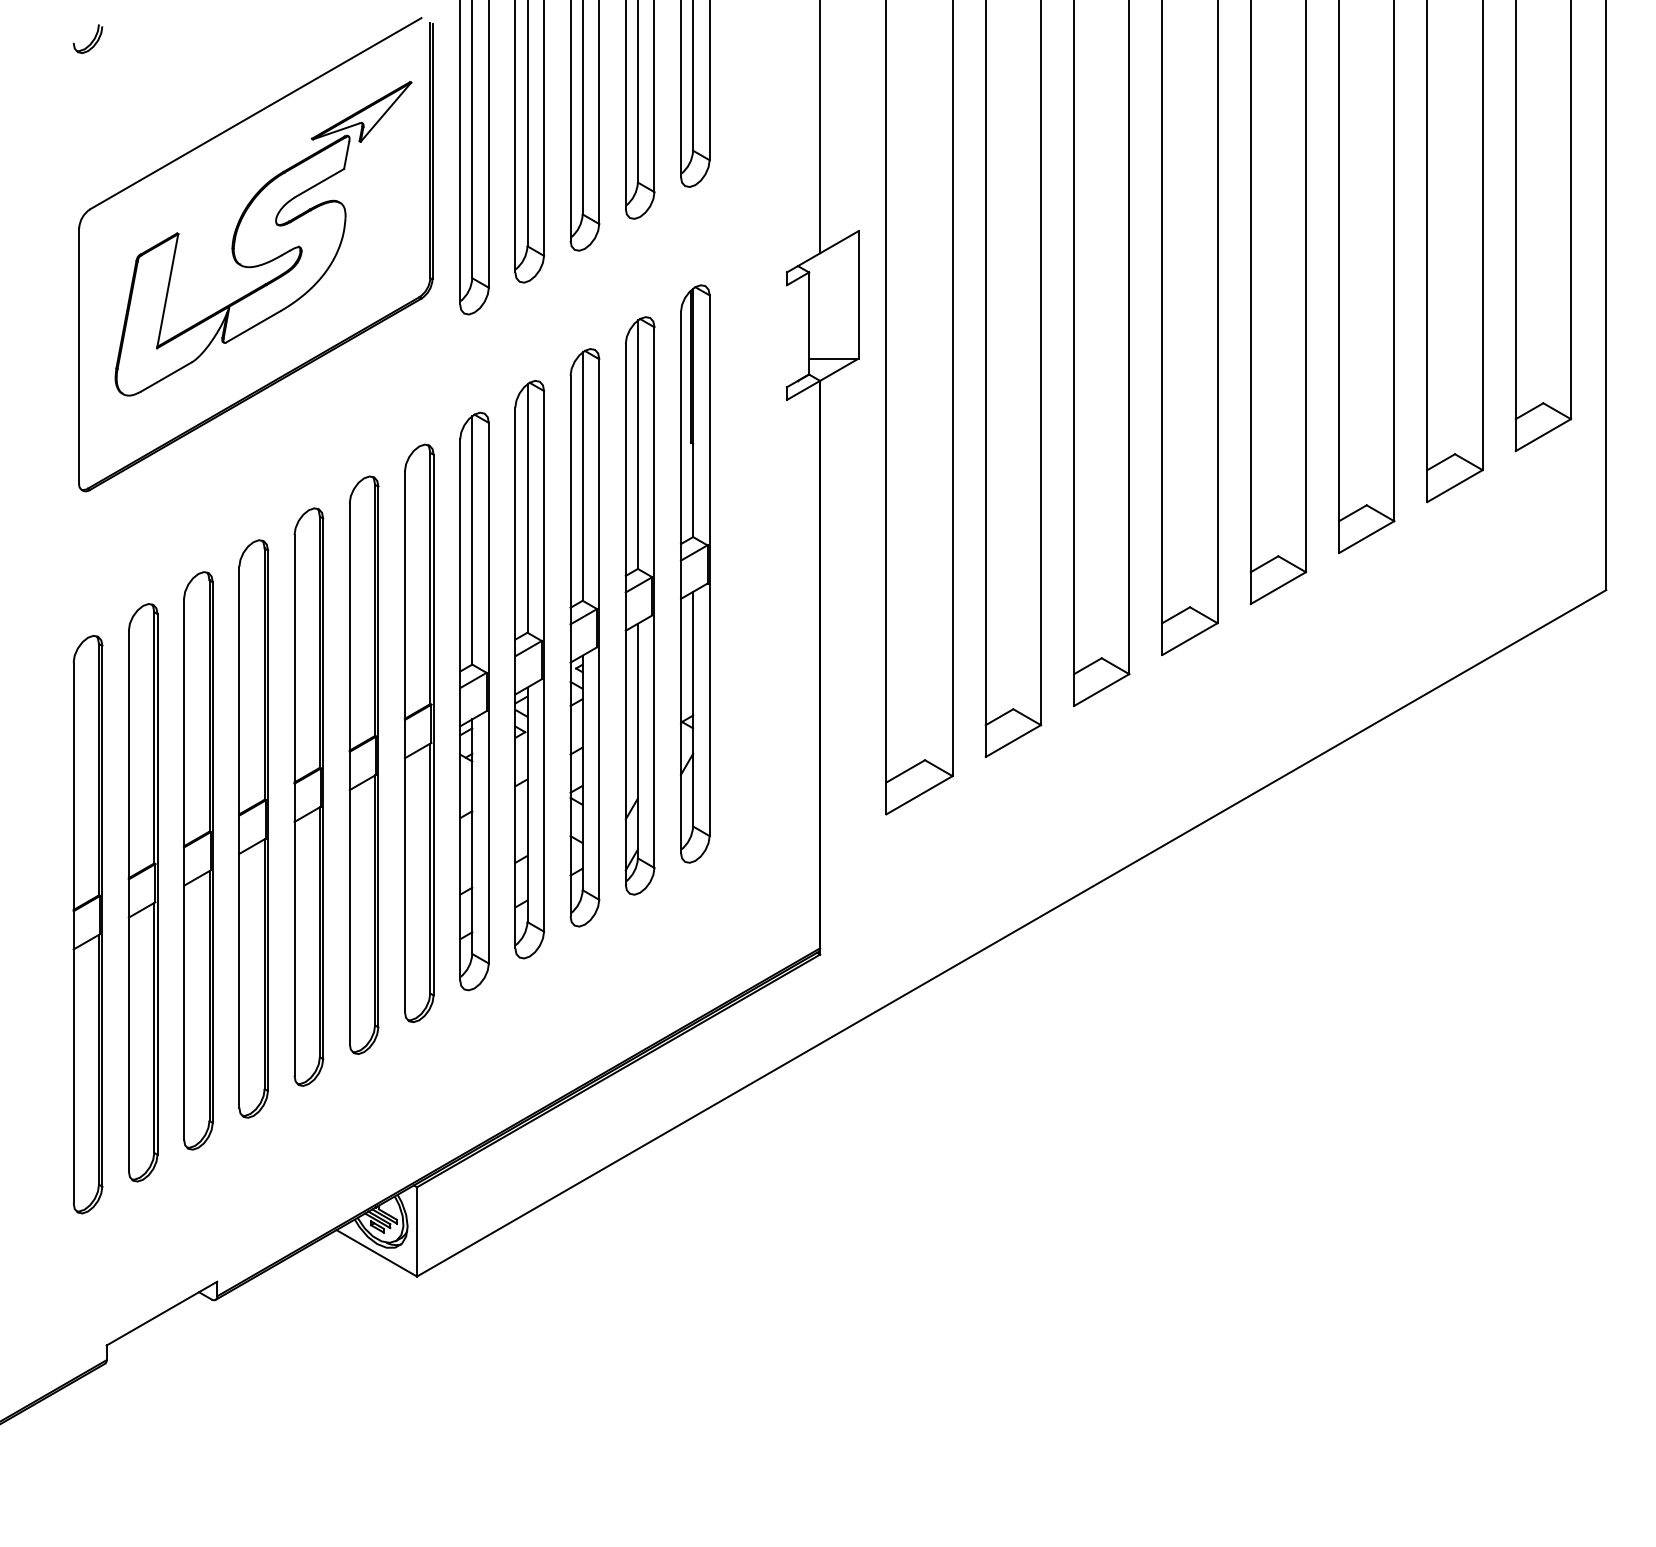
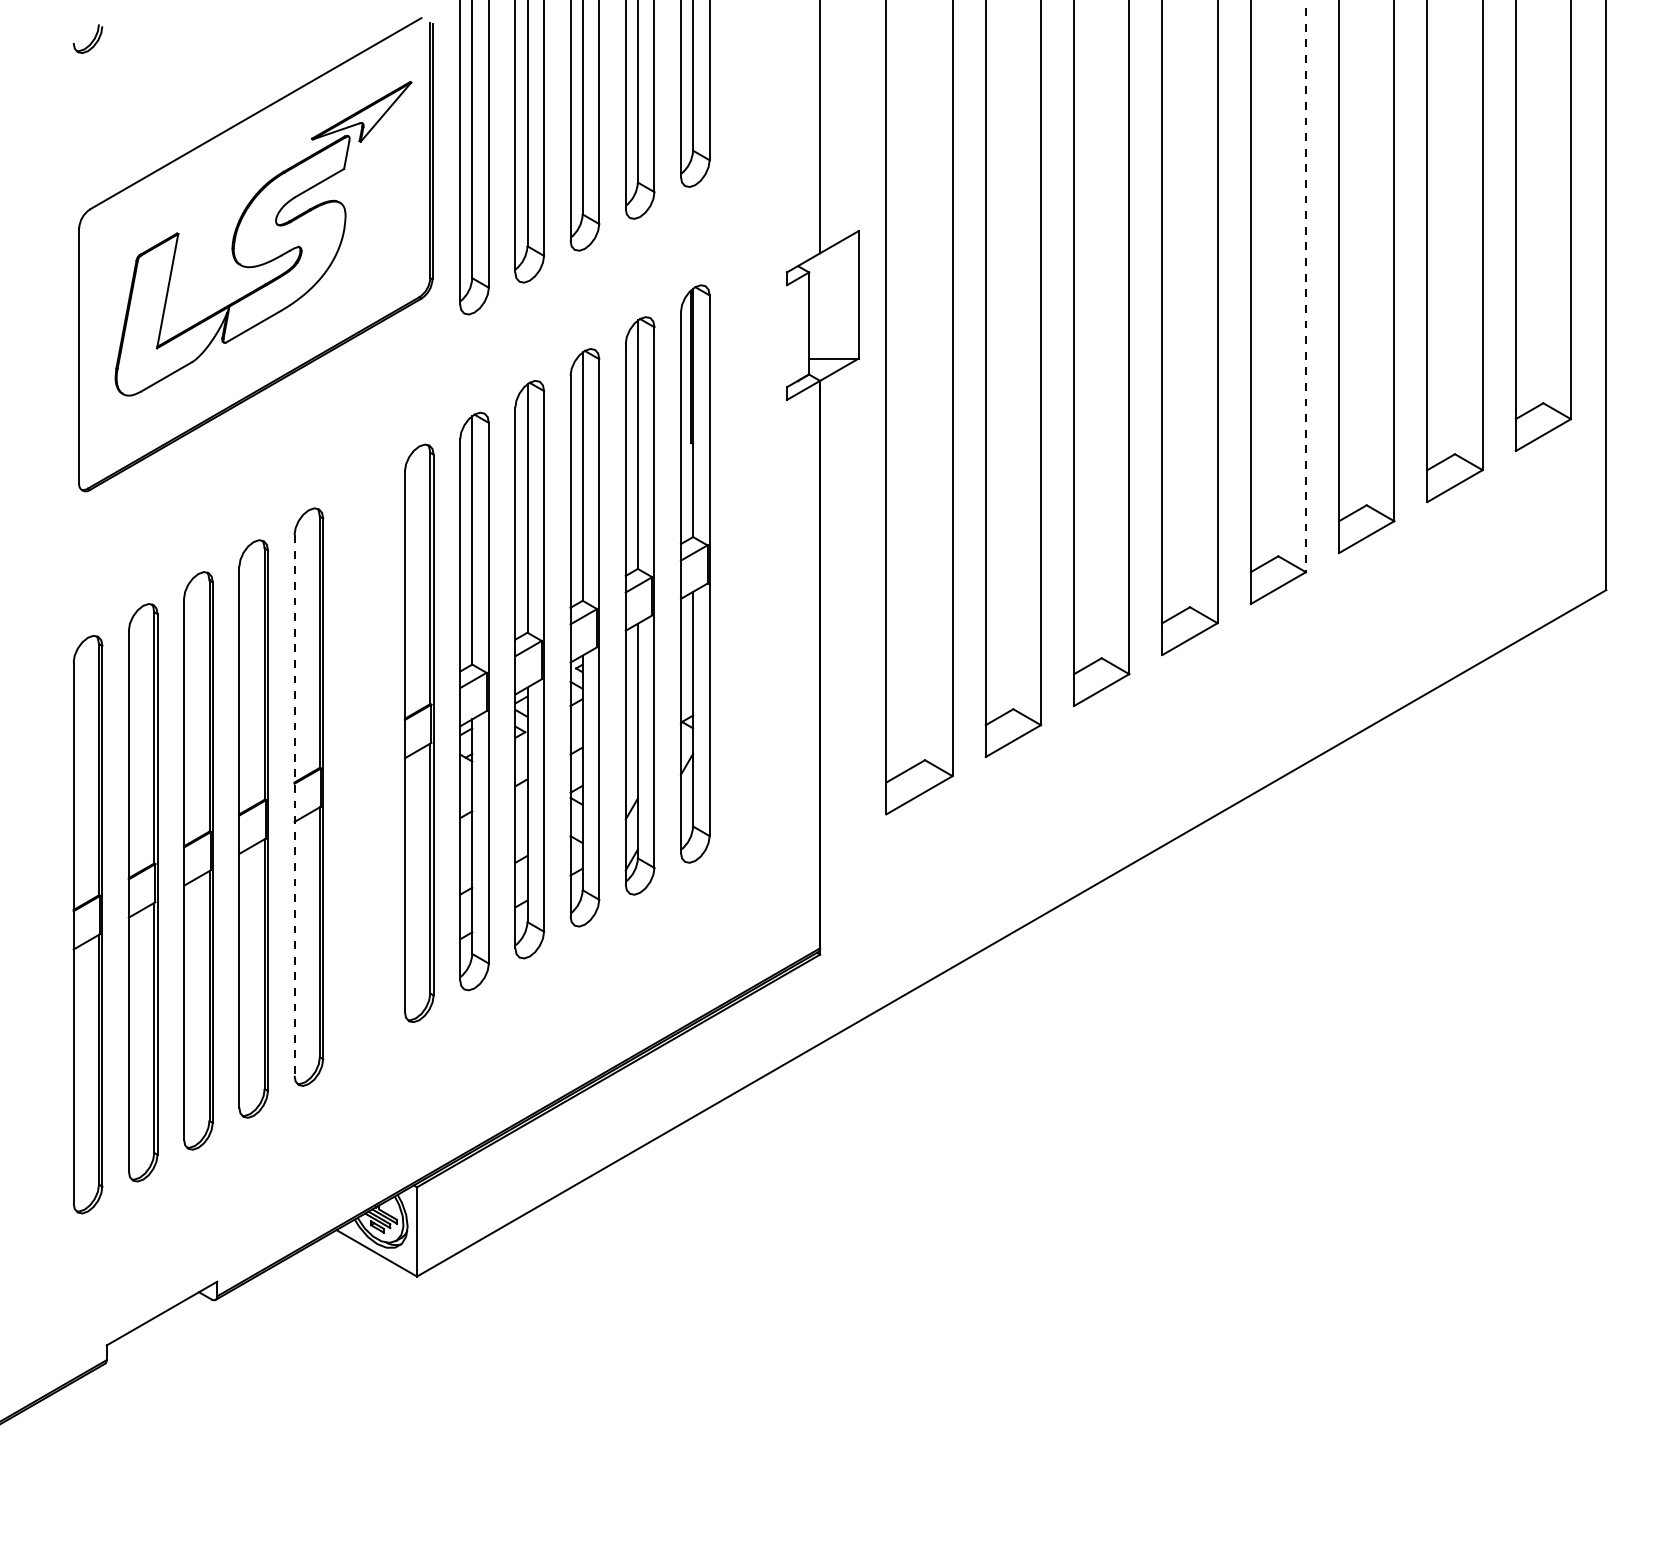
line at (1305, 286): solid -> dashed
part at (363, 764): present -> none
line at (294, 805): solid -> dashed
